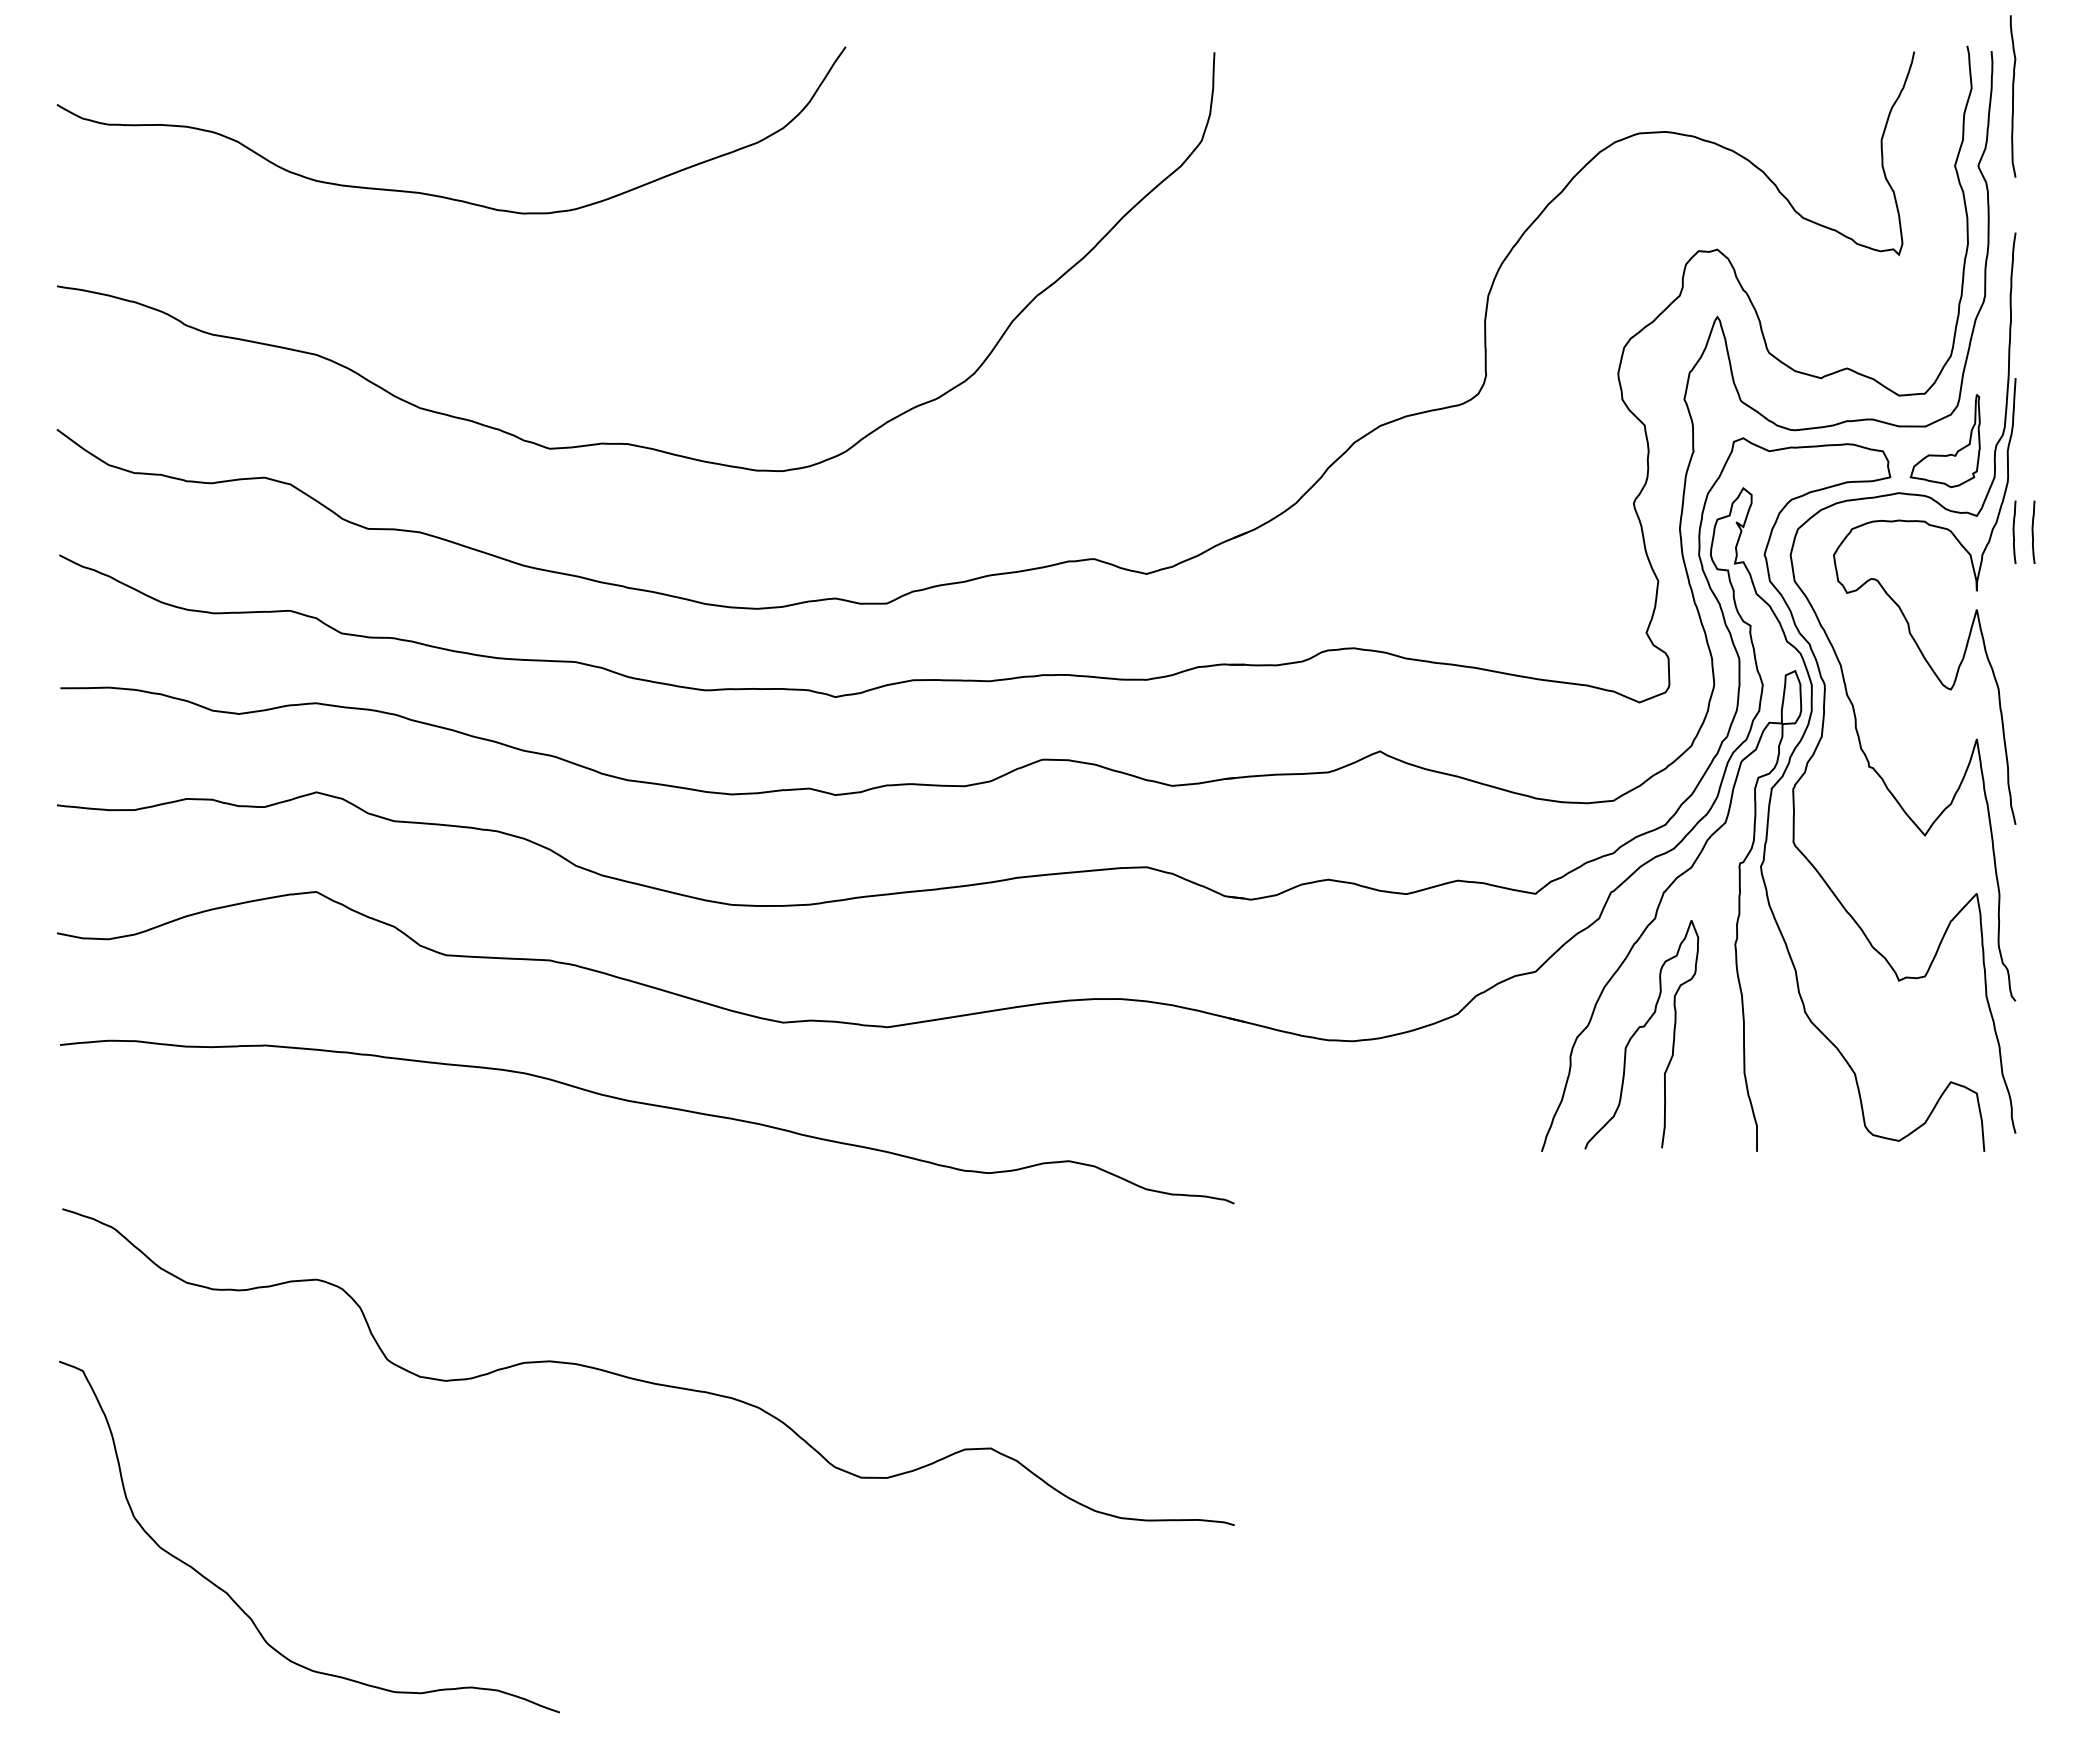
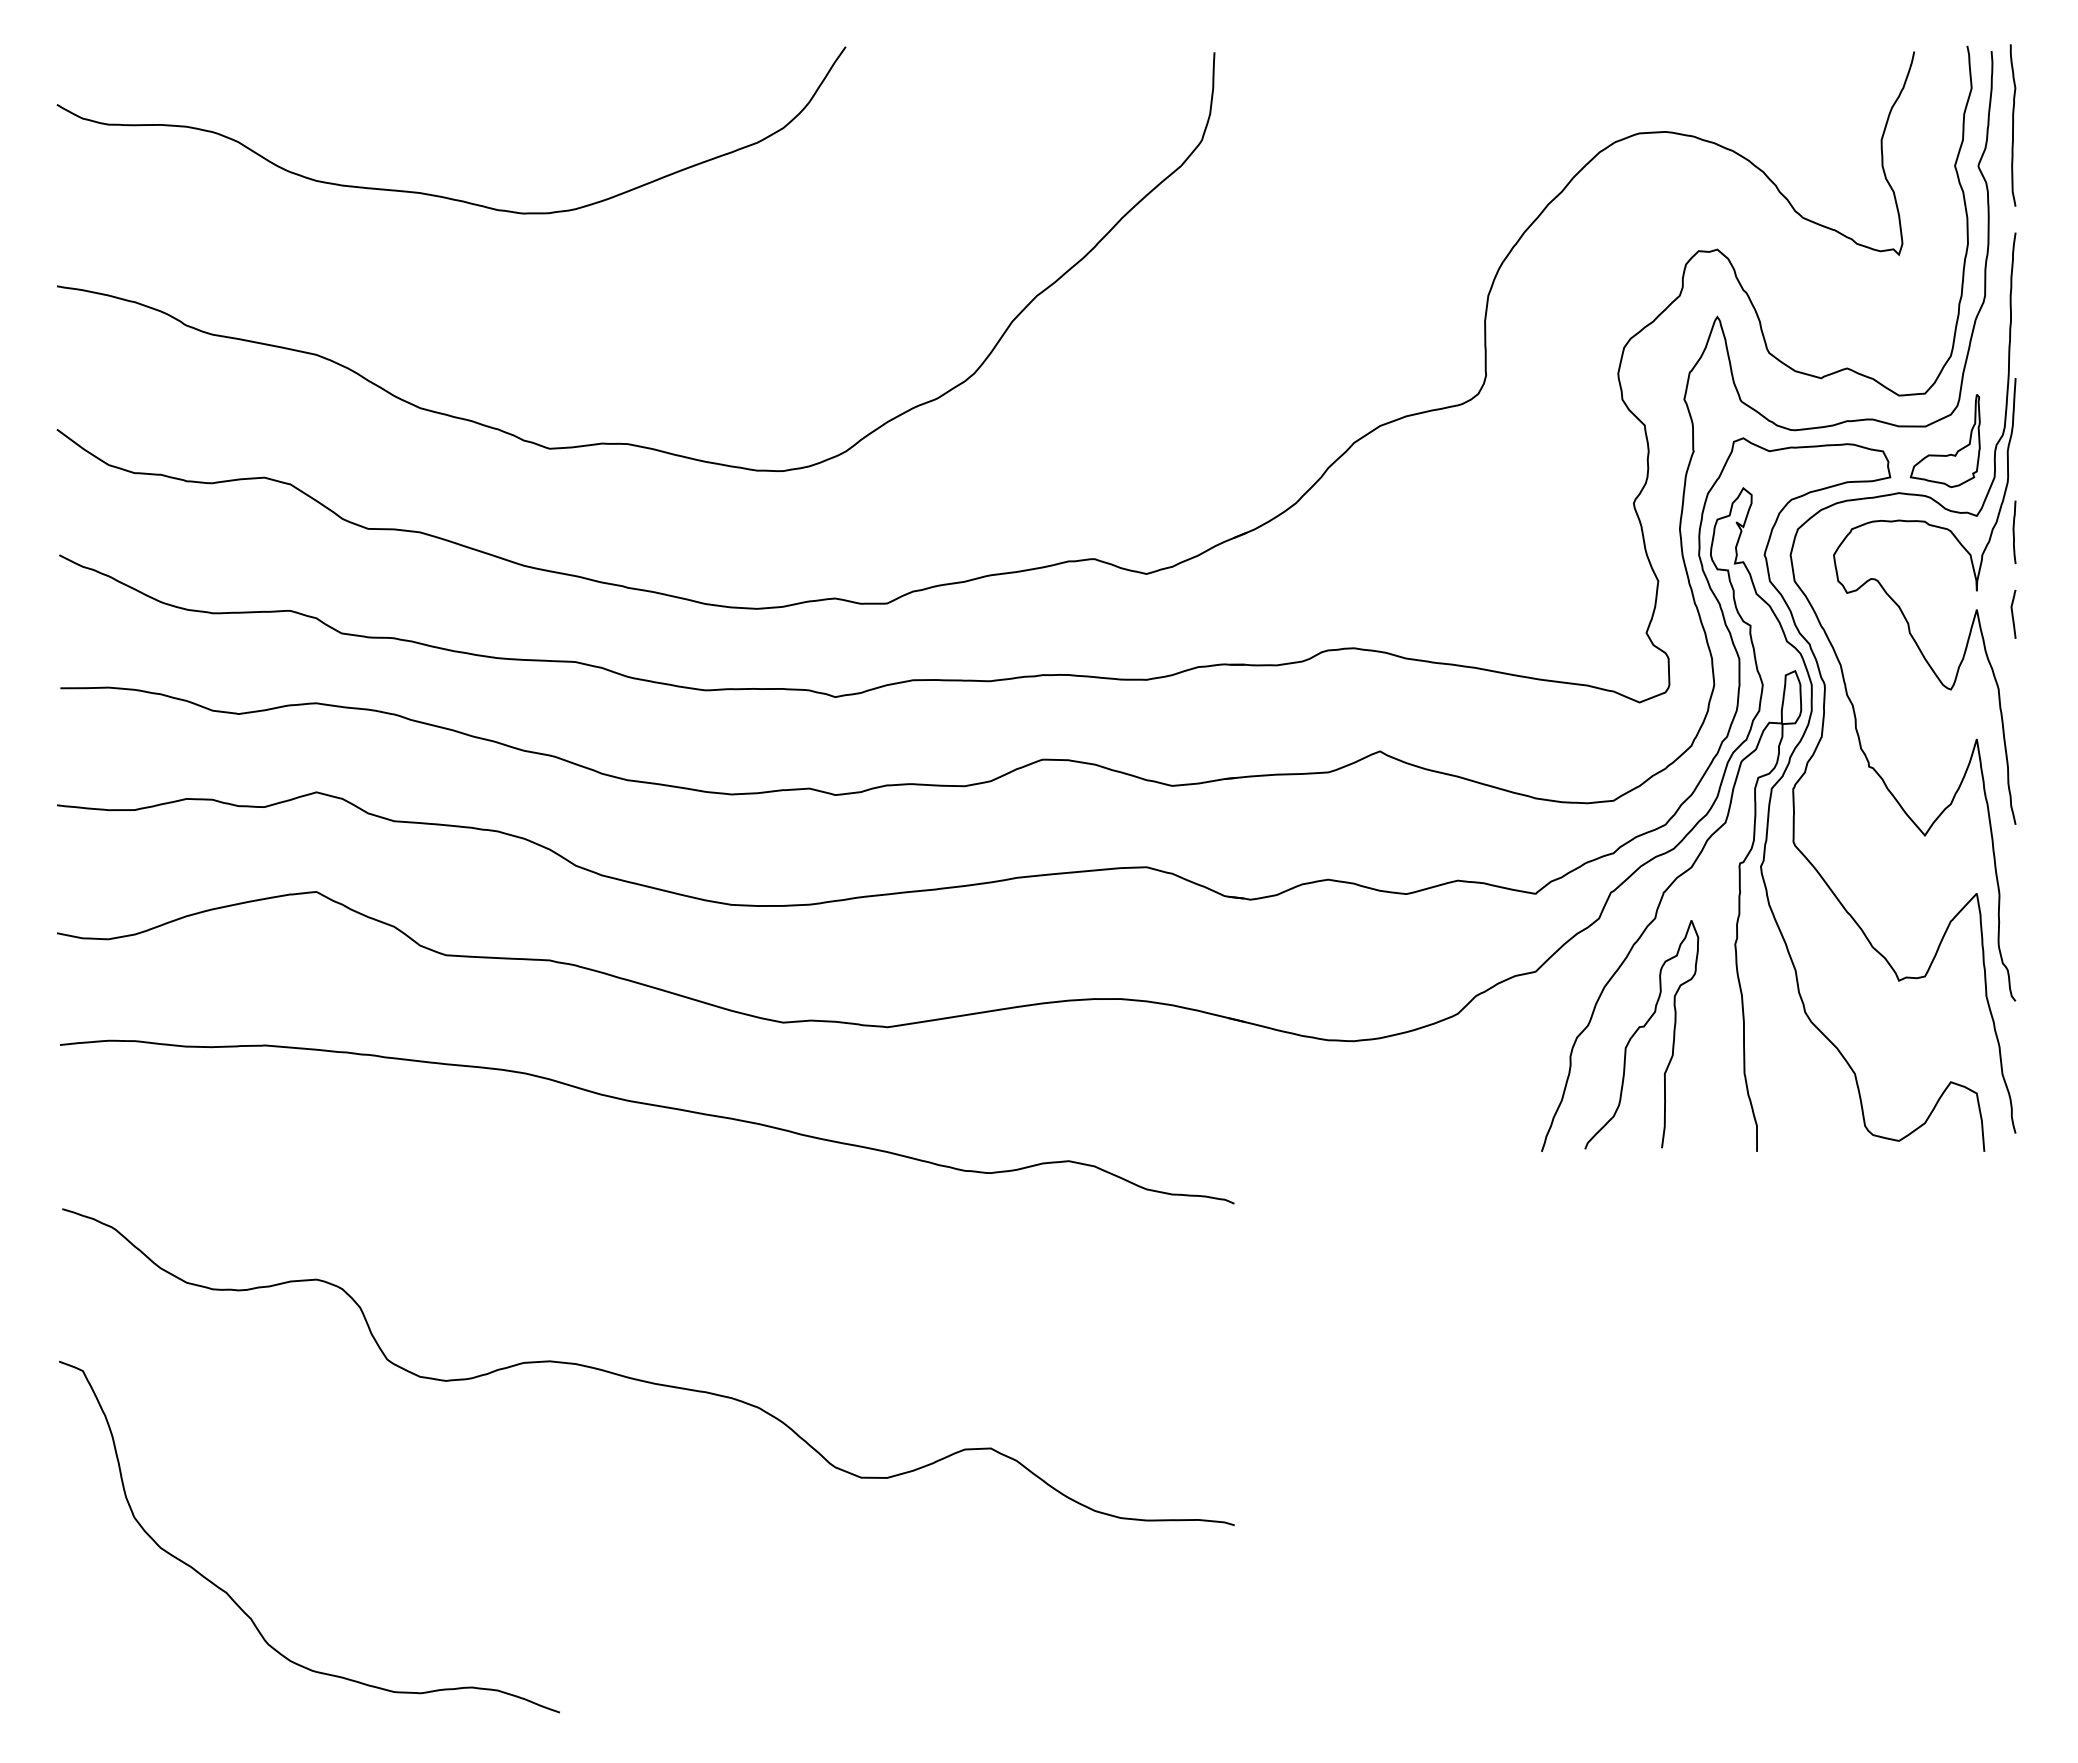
curve at (2012, 96) position: (2012, 96) -> (2012, 125)
curve at (2033, 532): present -> none
curve at (2013, 613): none -> present
